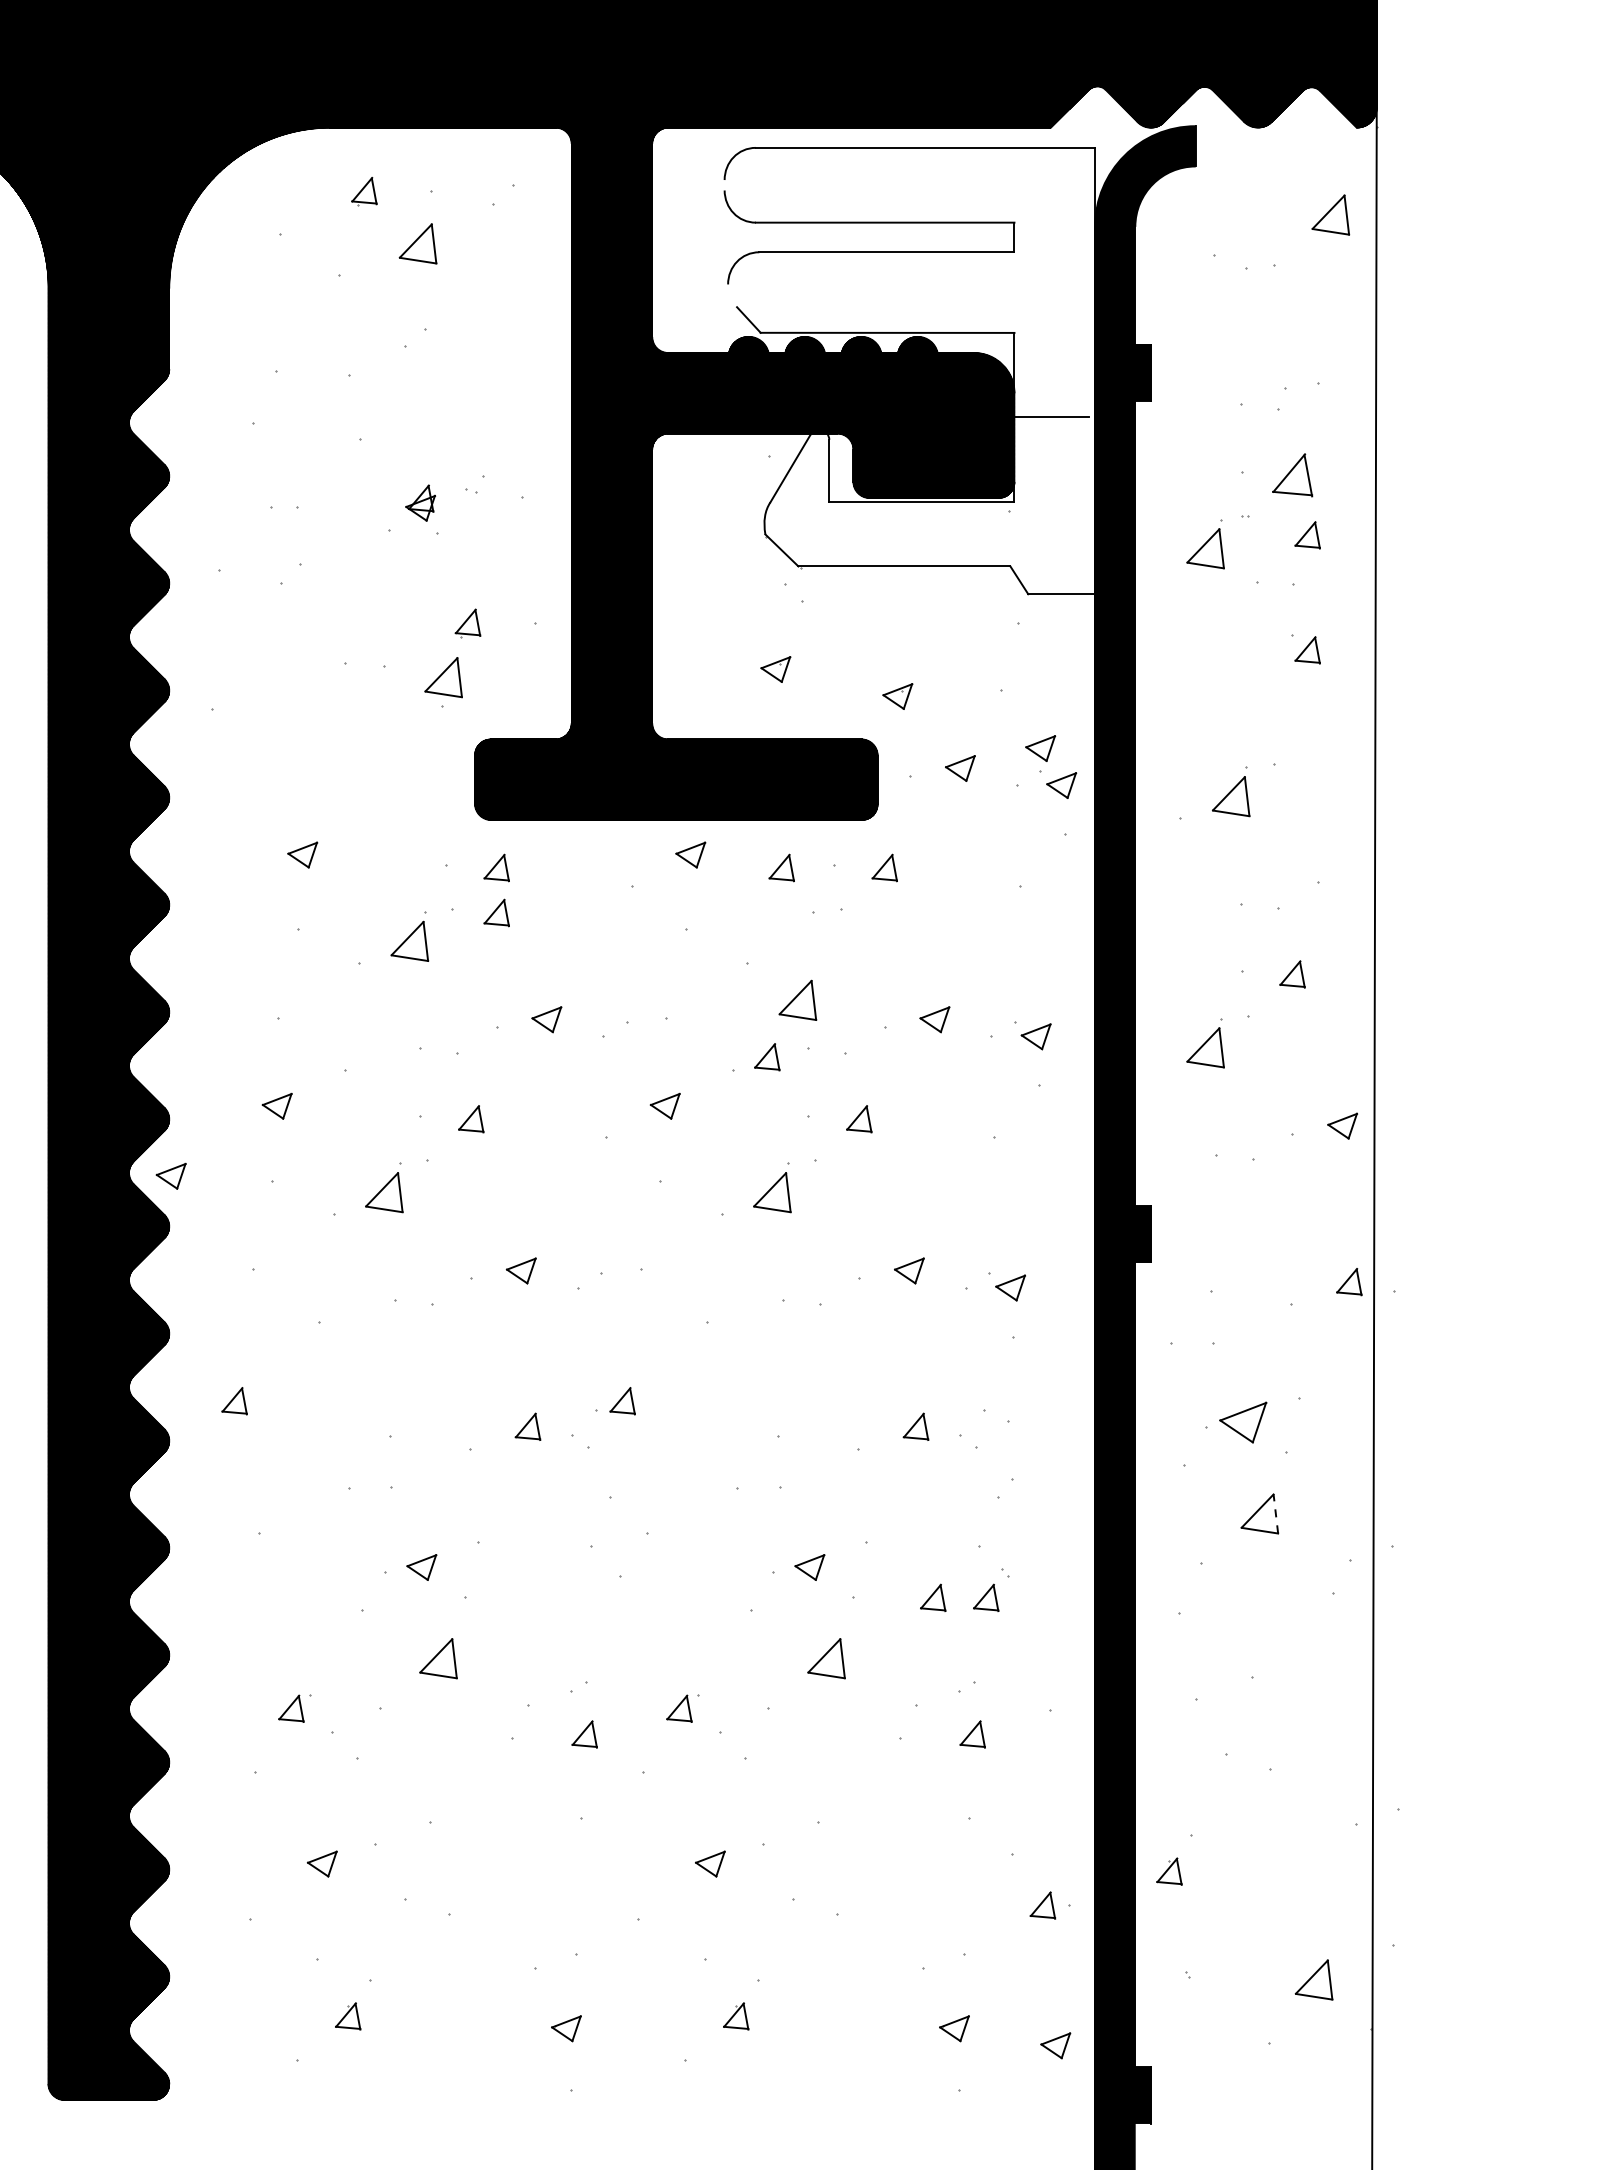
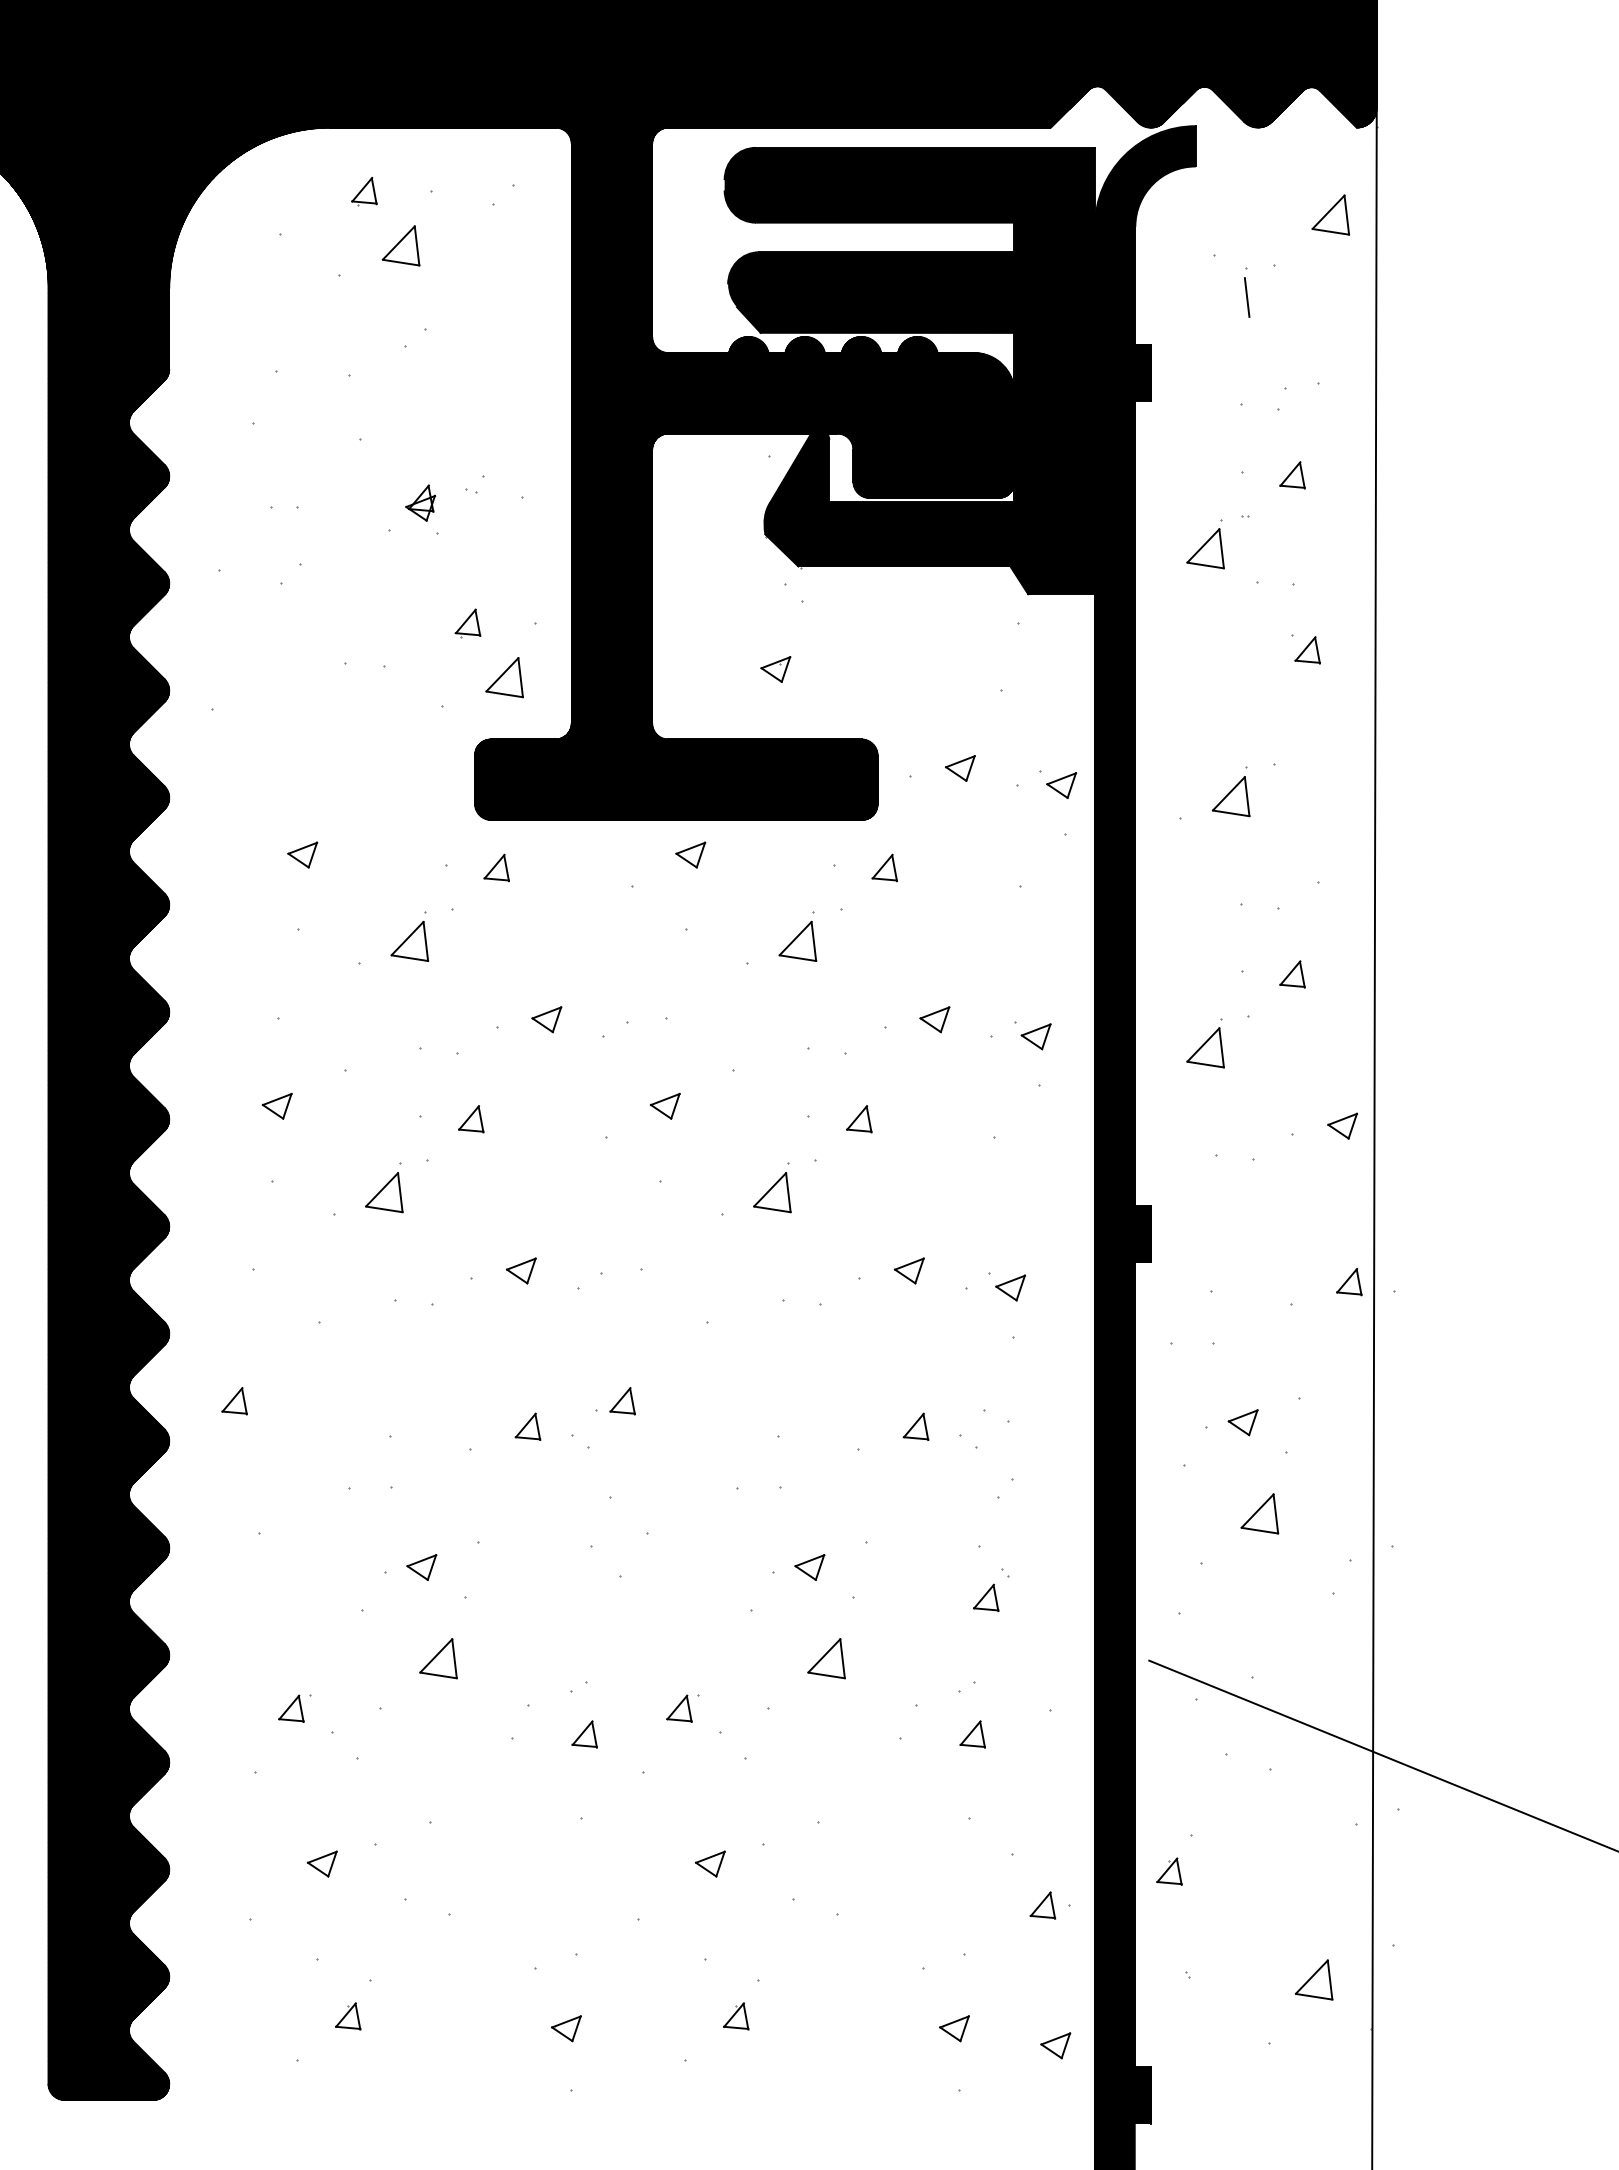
part at (417, 243) position: (417, 243) -> (400, 245)
line at (1246, 297): none -> present
fill at (909, 370): none -> present
part at (1292, 475) size: 42x45 px -> 27x29 px
part at (1307, 535): present -> none
part at (443, 677) position: (443, 677) -> (504, 677)
part at (897, 696): present -> none
part at (1040, 748): present -> none
part at (781, 867): present -> none
part at (496, 912): present -> none
part at (797, 999) position: (797, 999) -> (797, 940)
part at (767, 1057): present -> none
part at (170, 1175): present -> none
part at (1243, 1422) size: 49x43 px -> 32x28 px
line at (1275, 1513): dashed -> solid
part at (933, 1597): present -> none
line at (1382, 1755): none -> present
